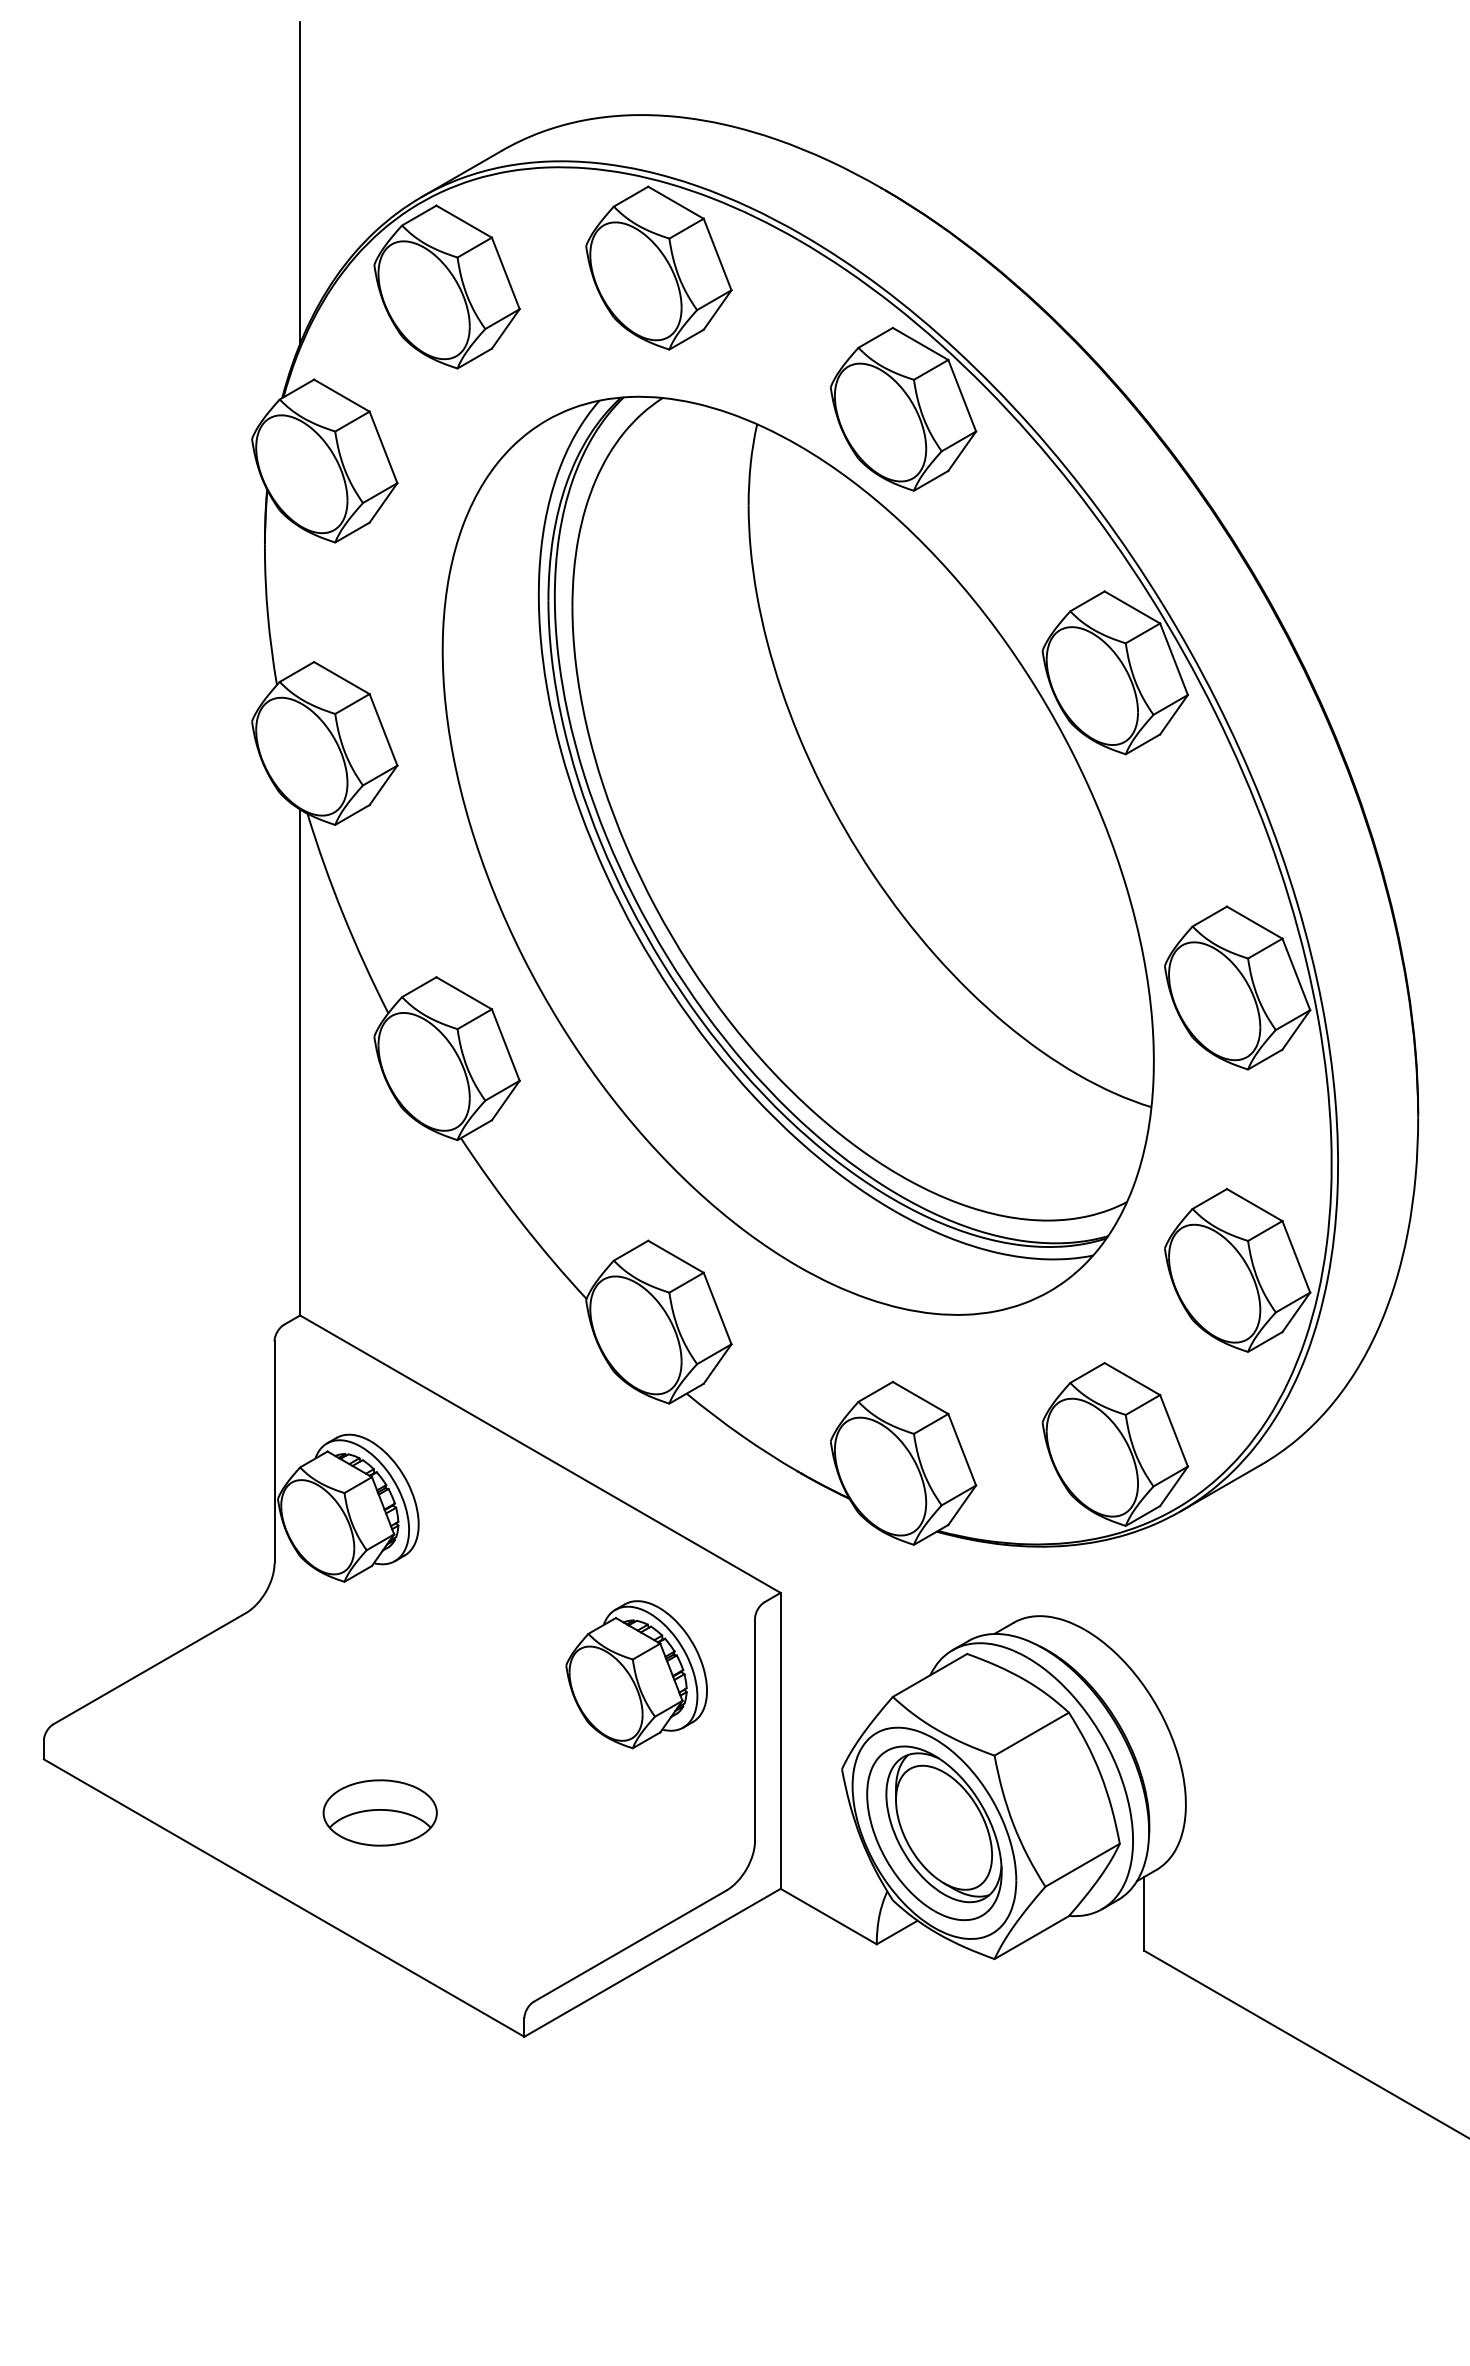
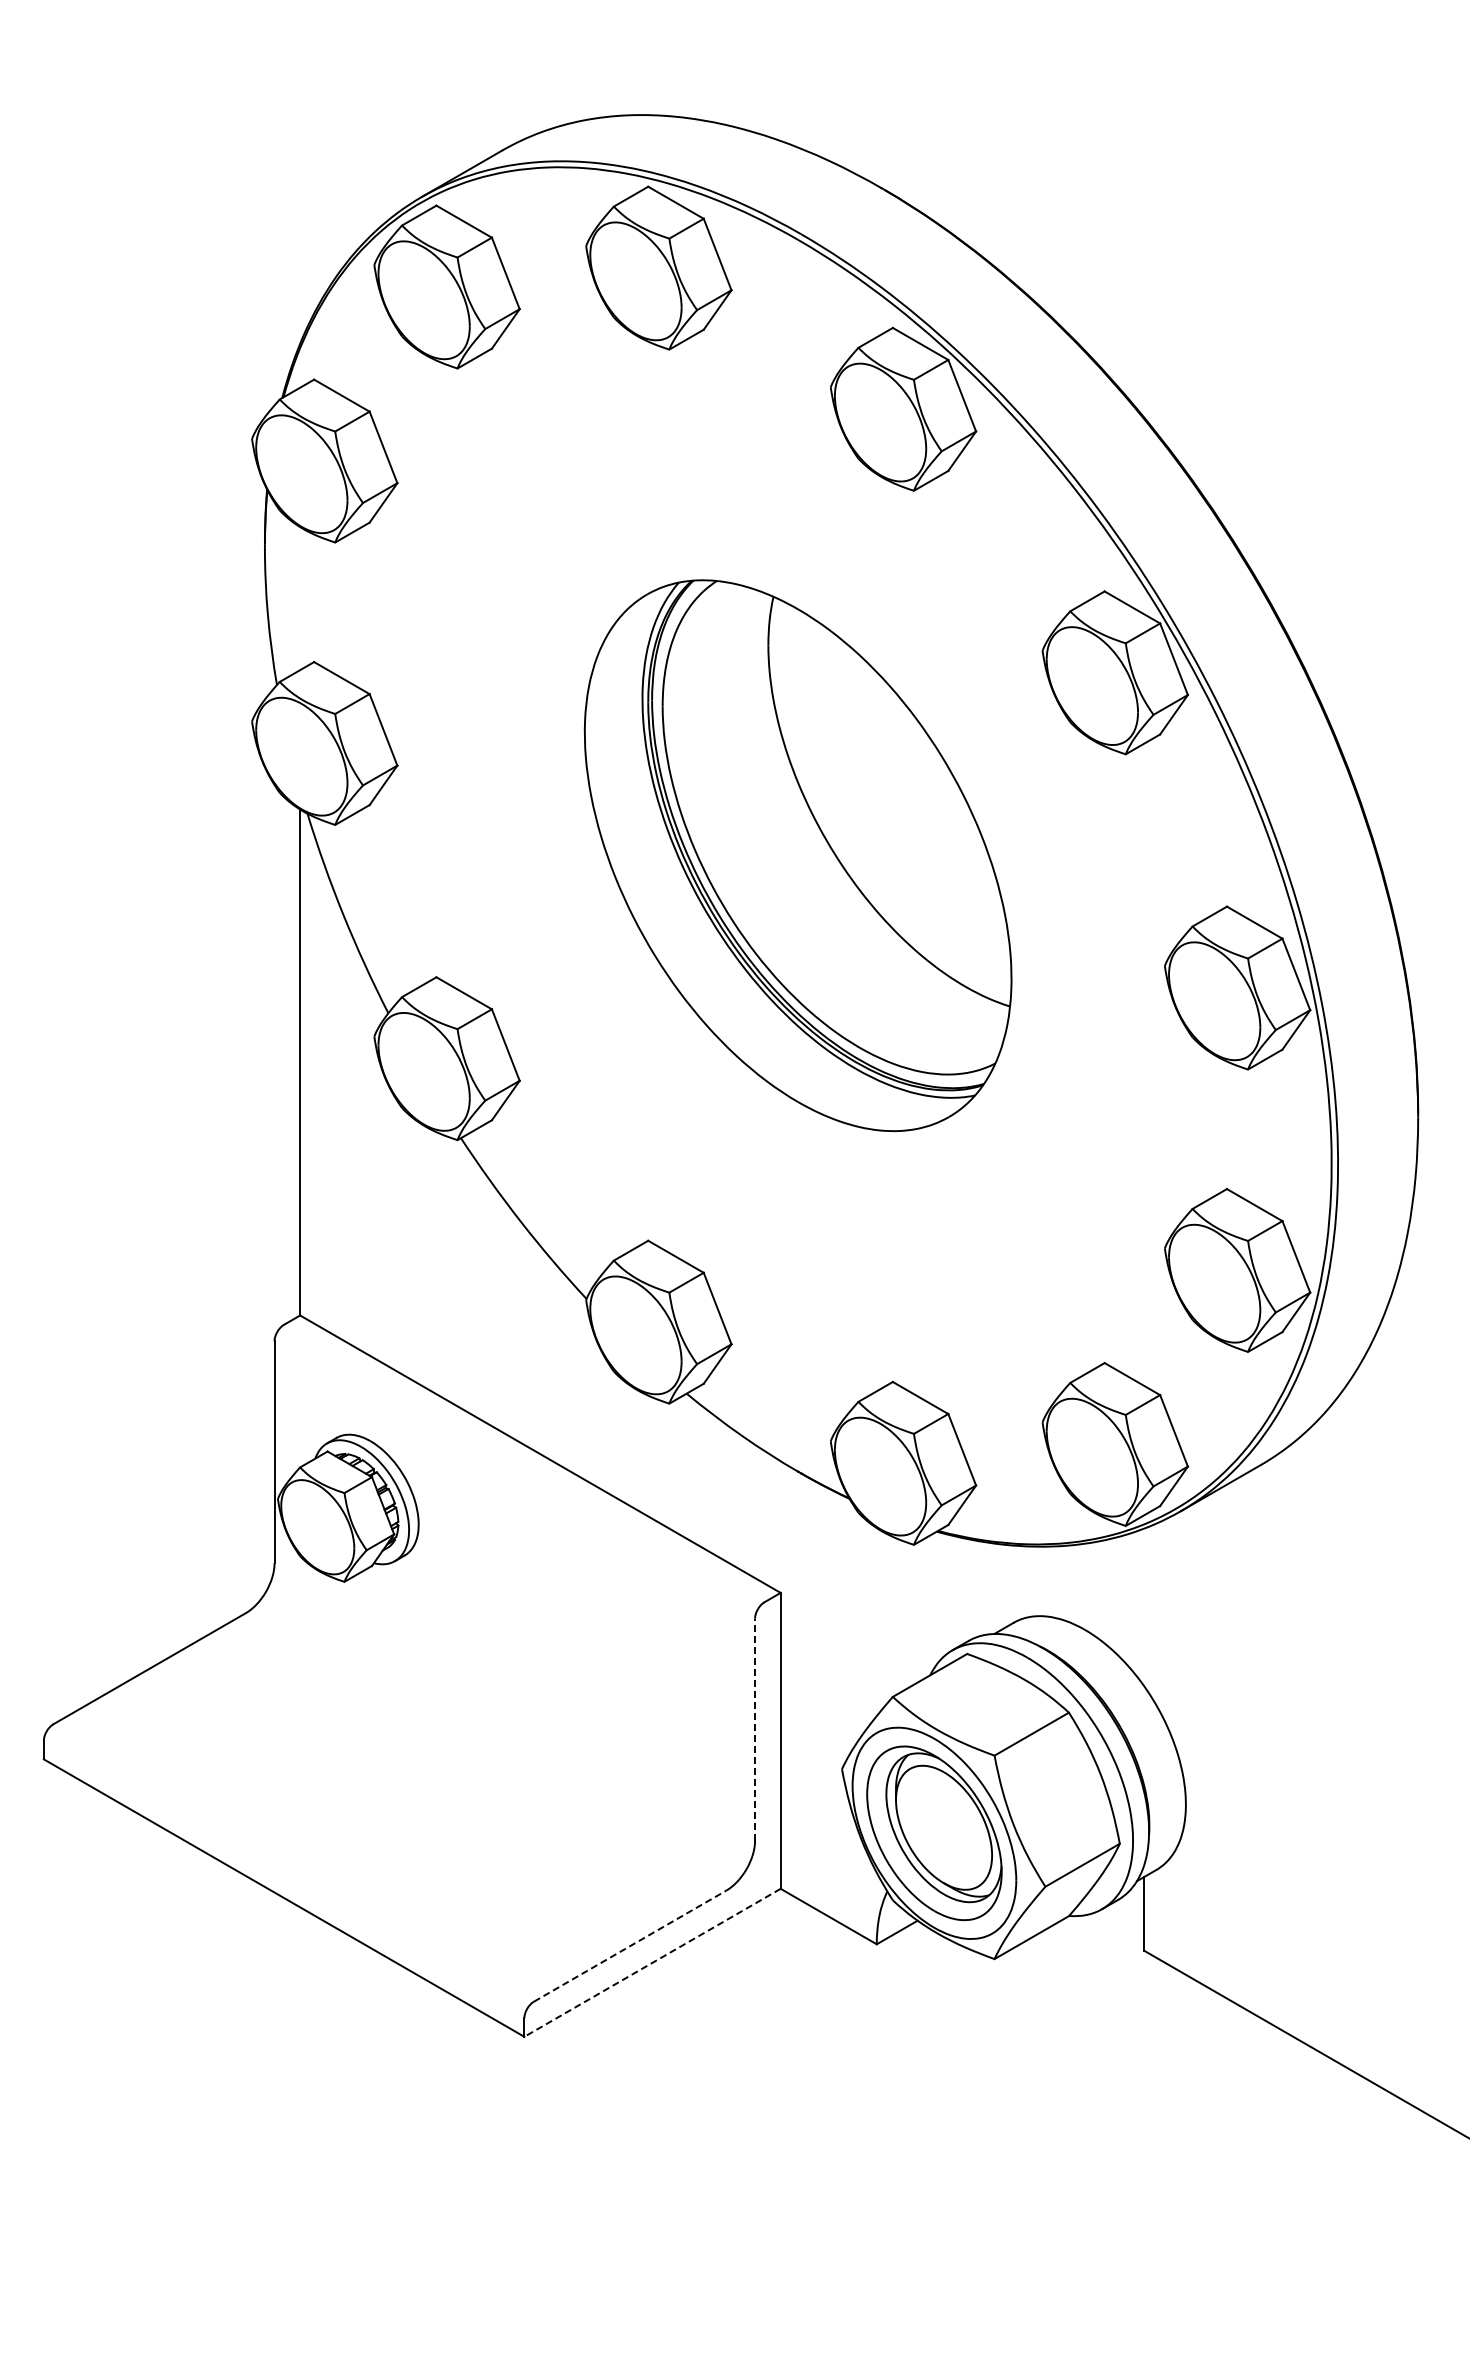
line at (300, 182): present -> none
part at (797, 855) size: 714x921 px -> 430x554 px
part at (636, 1674): present -> none
line at (755, 1729): solid -> dashed
part at (379, 1812): present -> none
line at (630, 1946): solid -> dashed
line at (652, 1962): solid -> dashed
